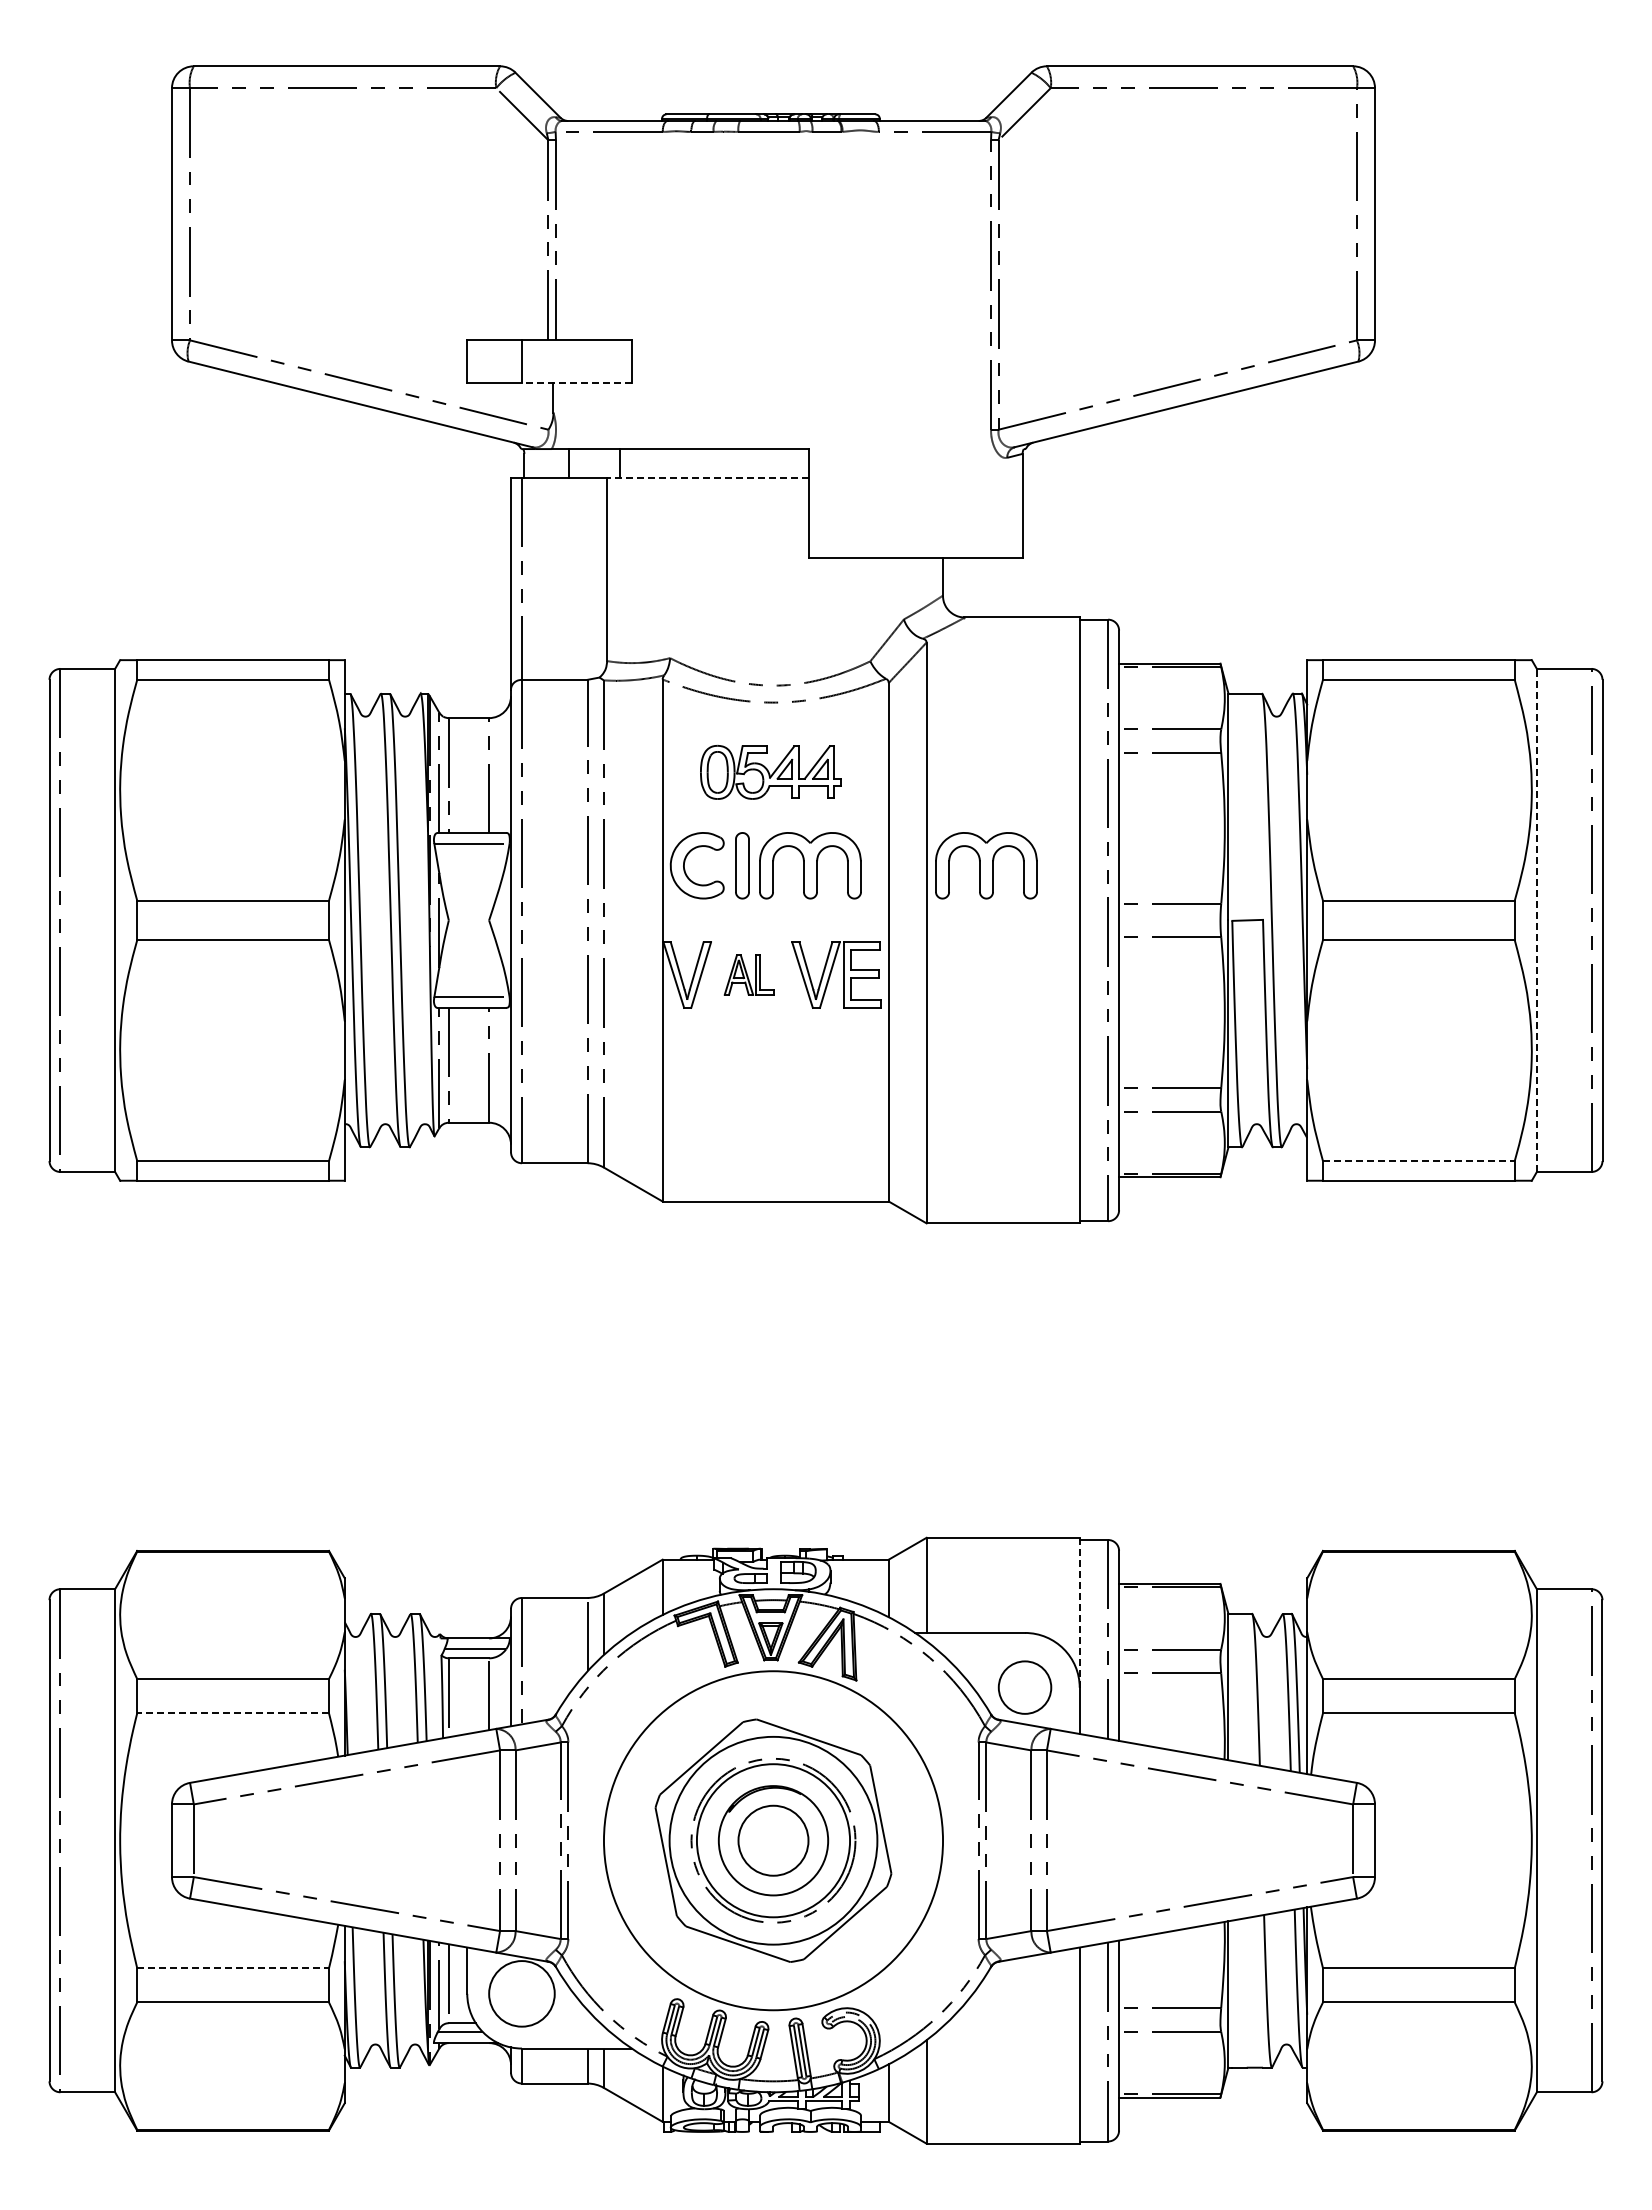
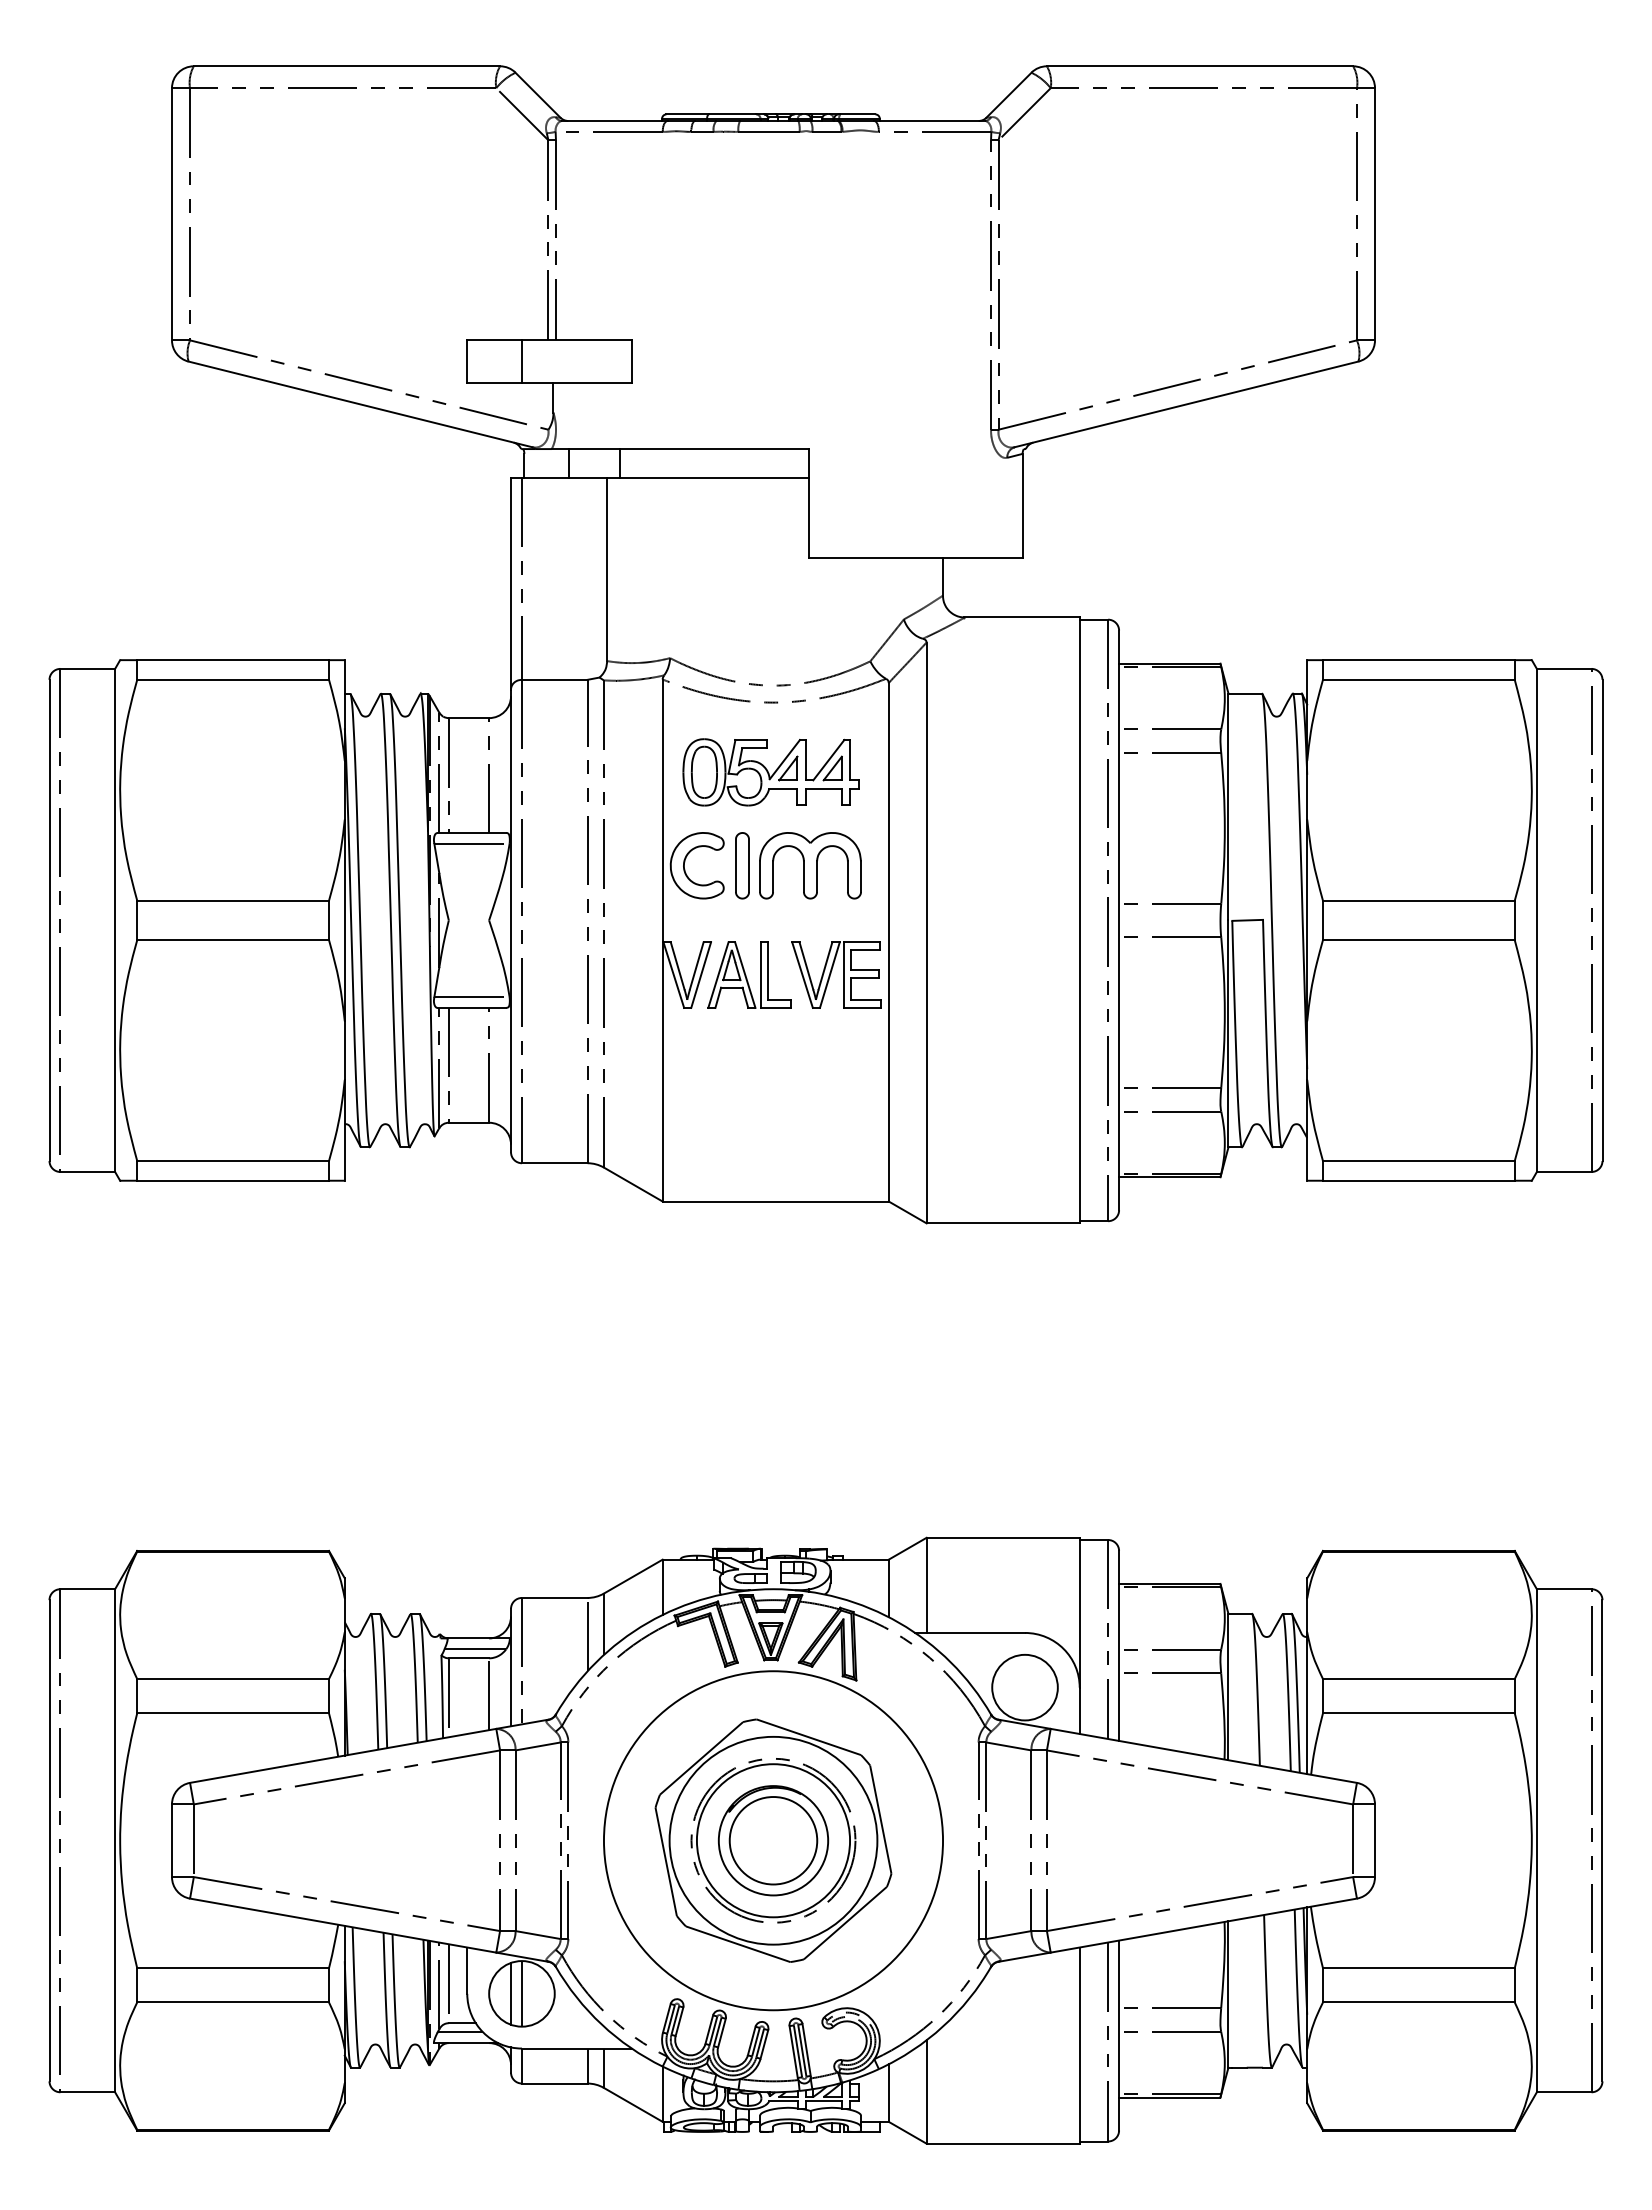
line at (576, 383): dashed -> solid
line at (707, 477): dashed -> solid
part at (770, 771) size: 142x56 px -> 178x69 px
part at (986, 865): present -> none
line at (1536, 920): dashed -> solid
part at (748, 974) size: 52x42 px -> 85x68 px
line at (1418, 1160): dashed -> solid
line at (1079, 1612): dashed -> solid
circle at (1024, 1687) diameter: 52 px -> 66 px
line at (233, 1713): dashed -> solid
circle at (773, 1840) diameter: 70 px -> 87 px
line at (233, 1968): dashed -> solid
line at (511, 1993): none -> present
line at (521, 1993): none -> present
